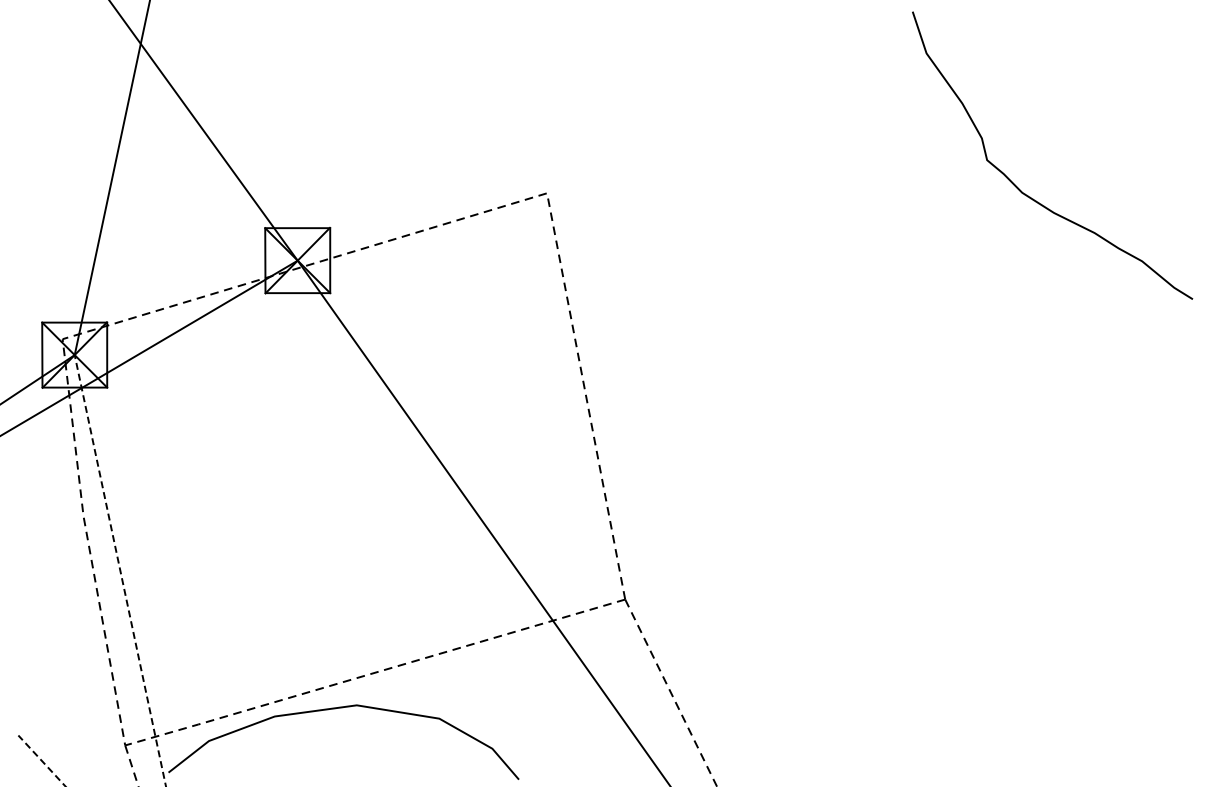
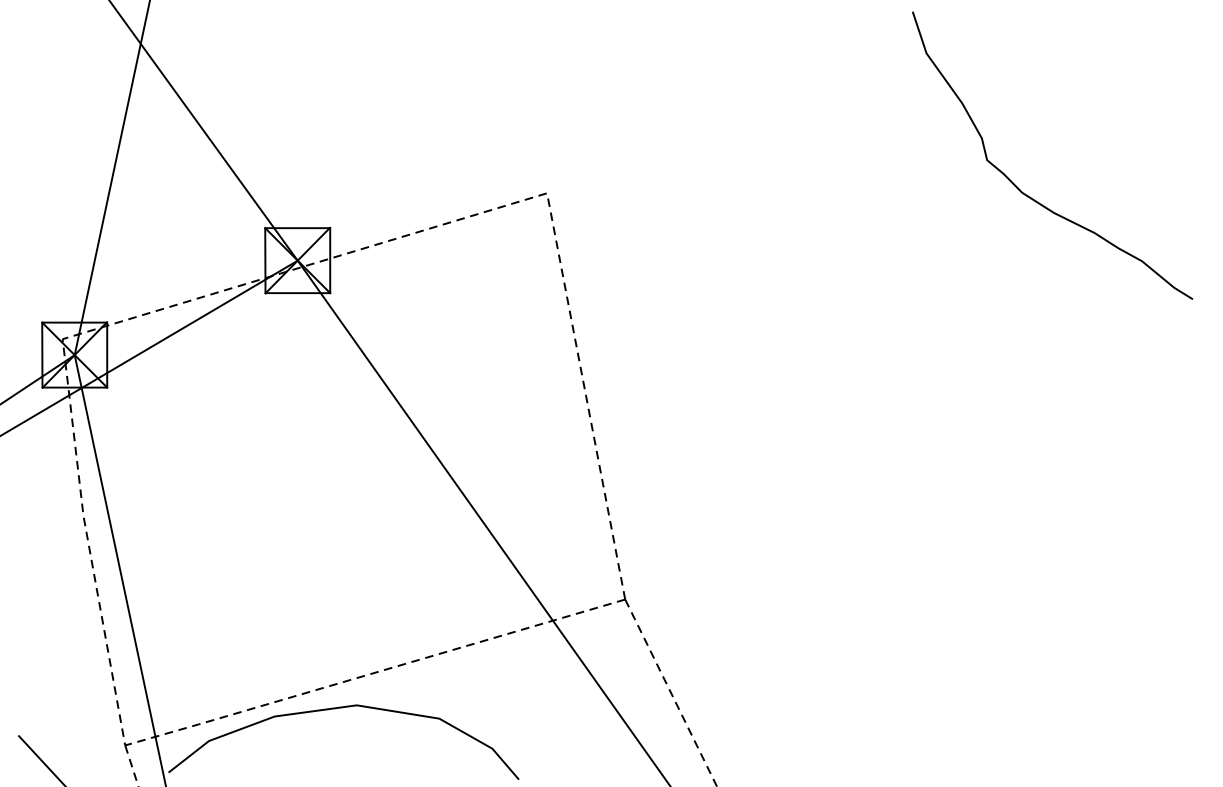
line at (120, 570): dashed -> solid
line at (42, 761): dashed -> solid
